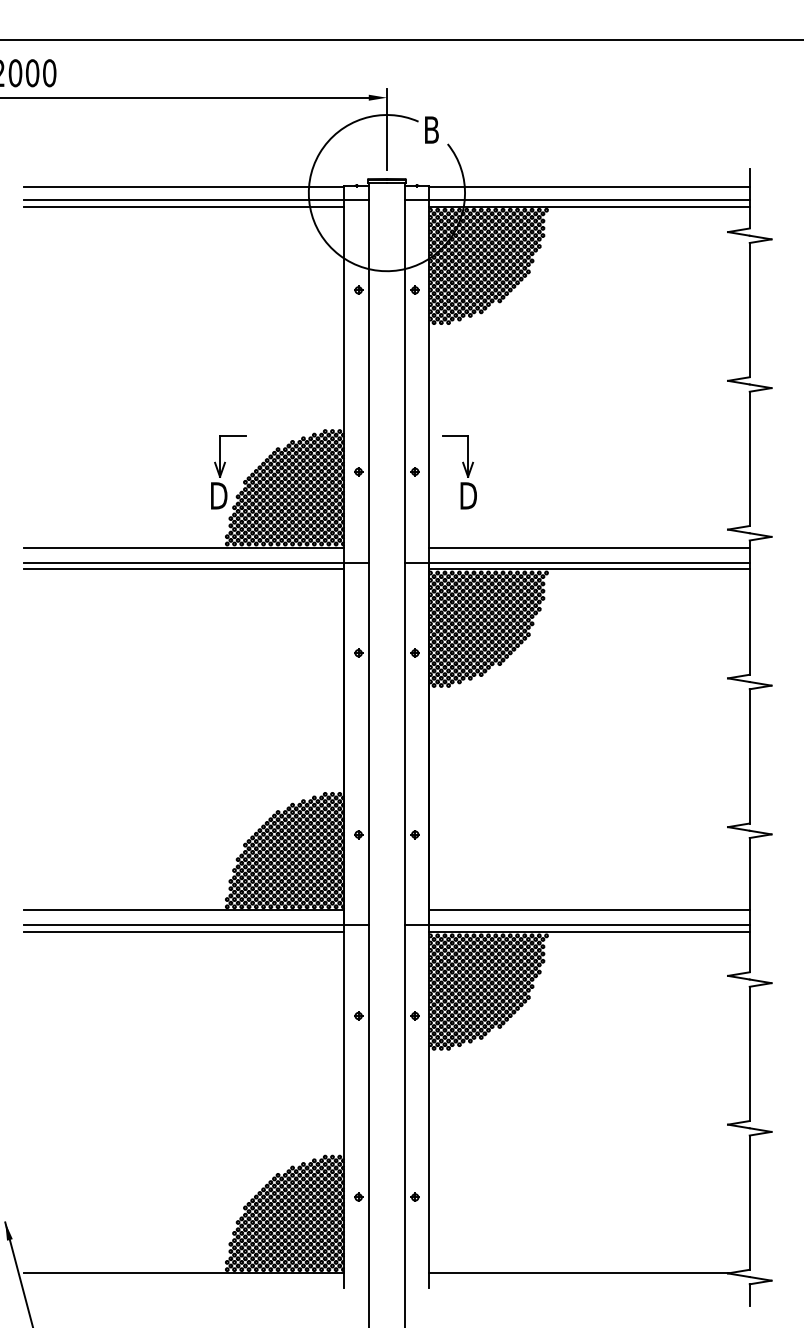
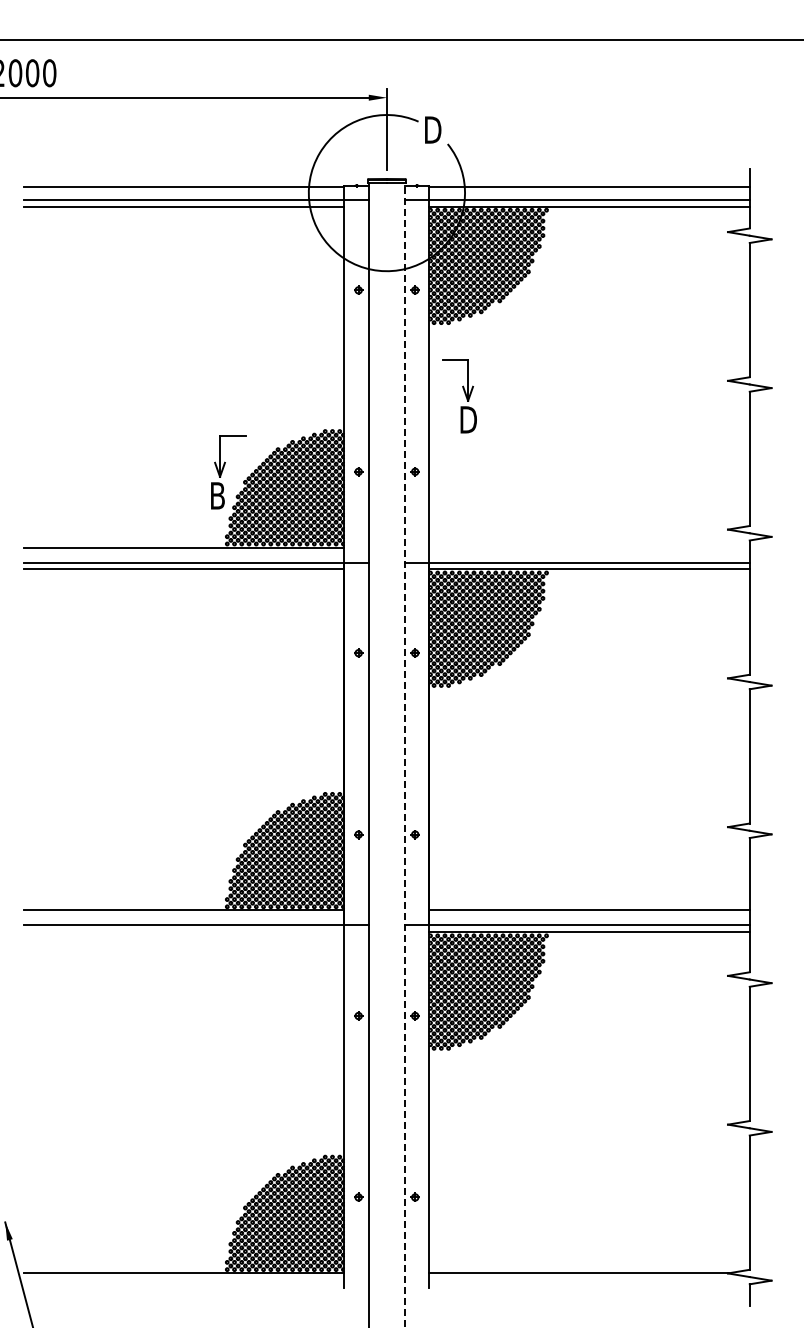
text at (434, 129): B -> D
part at (459, 472) position: (459, 472) -> (459, 396)
text at (220, 495): D -> B
line at (589, 547): present -> none
line at (405, 754): solid -> dashed
line at (184, 932): present -> none
